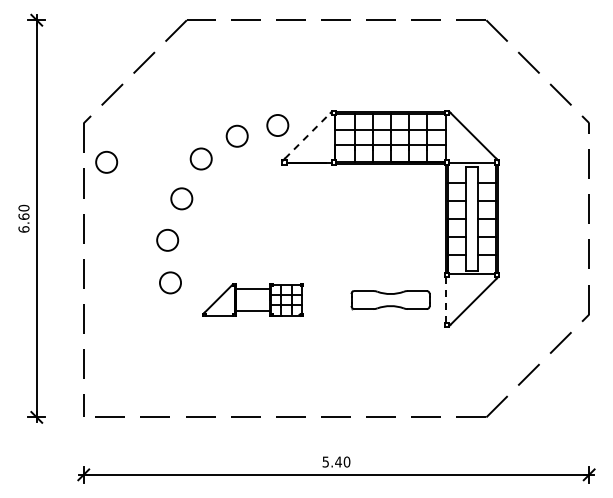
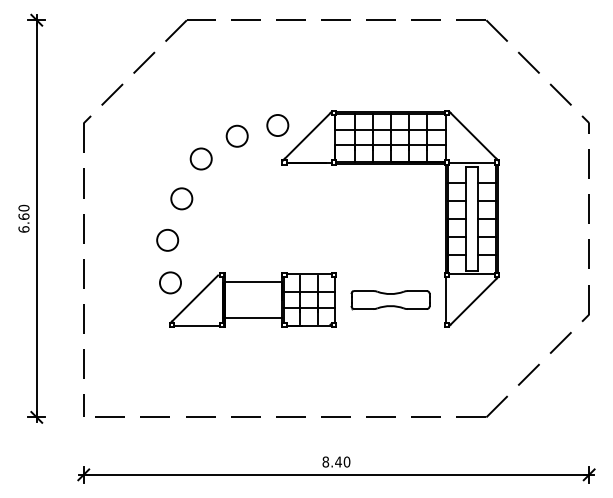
line at (308, 135): dashed -> solid
circle at (106, 161): present -> none
part at (252, 299) size: 102x34 px -> 168x56 px
line at (445, 300): dashed -> solid
text at (325, 461): 5.40 -> 8.40
